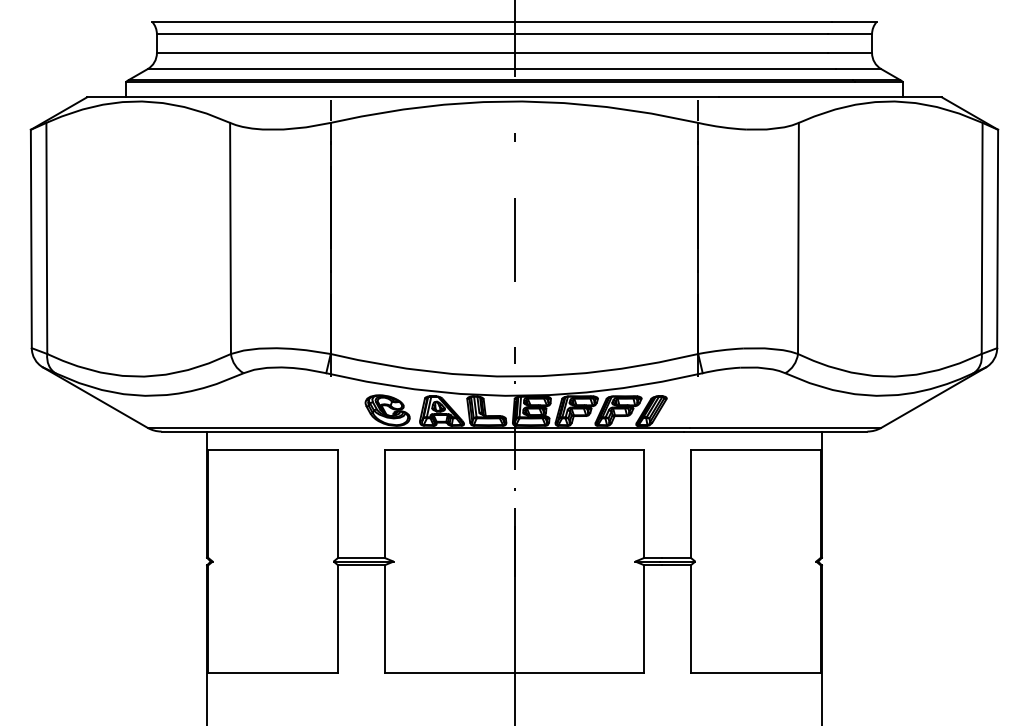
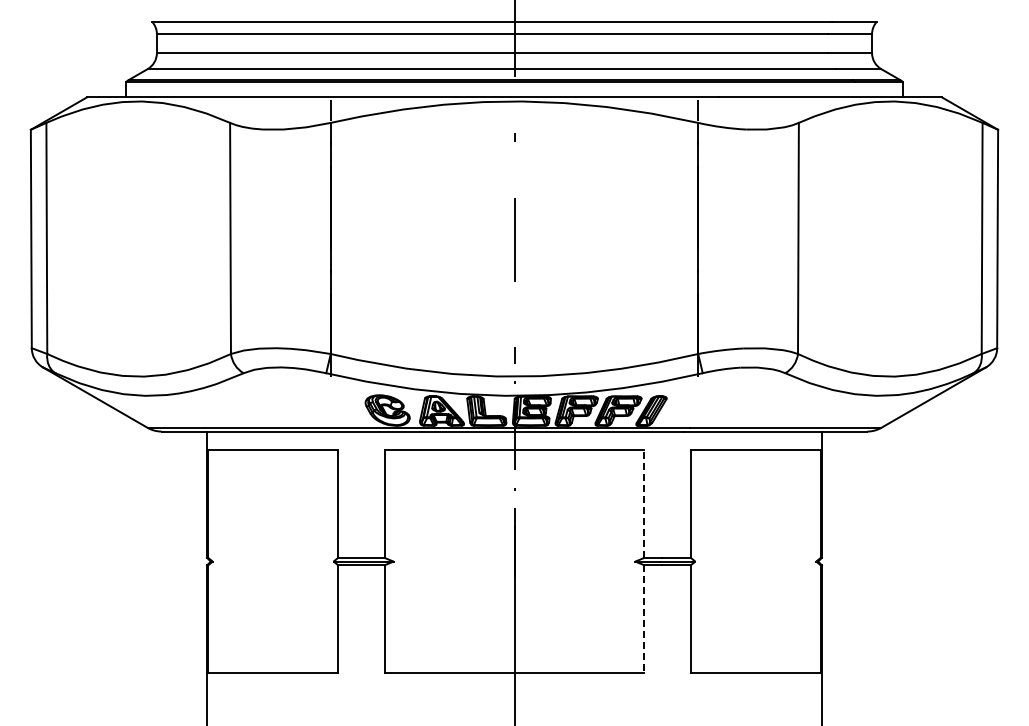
line at (644, 504): solid -> dashed
line at (644, 619): solid -> dashed
